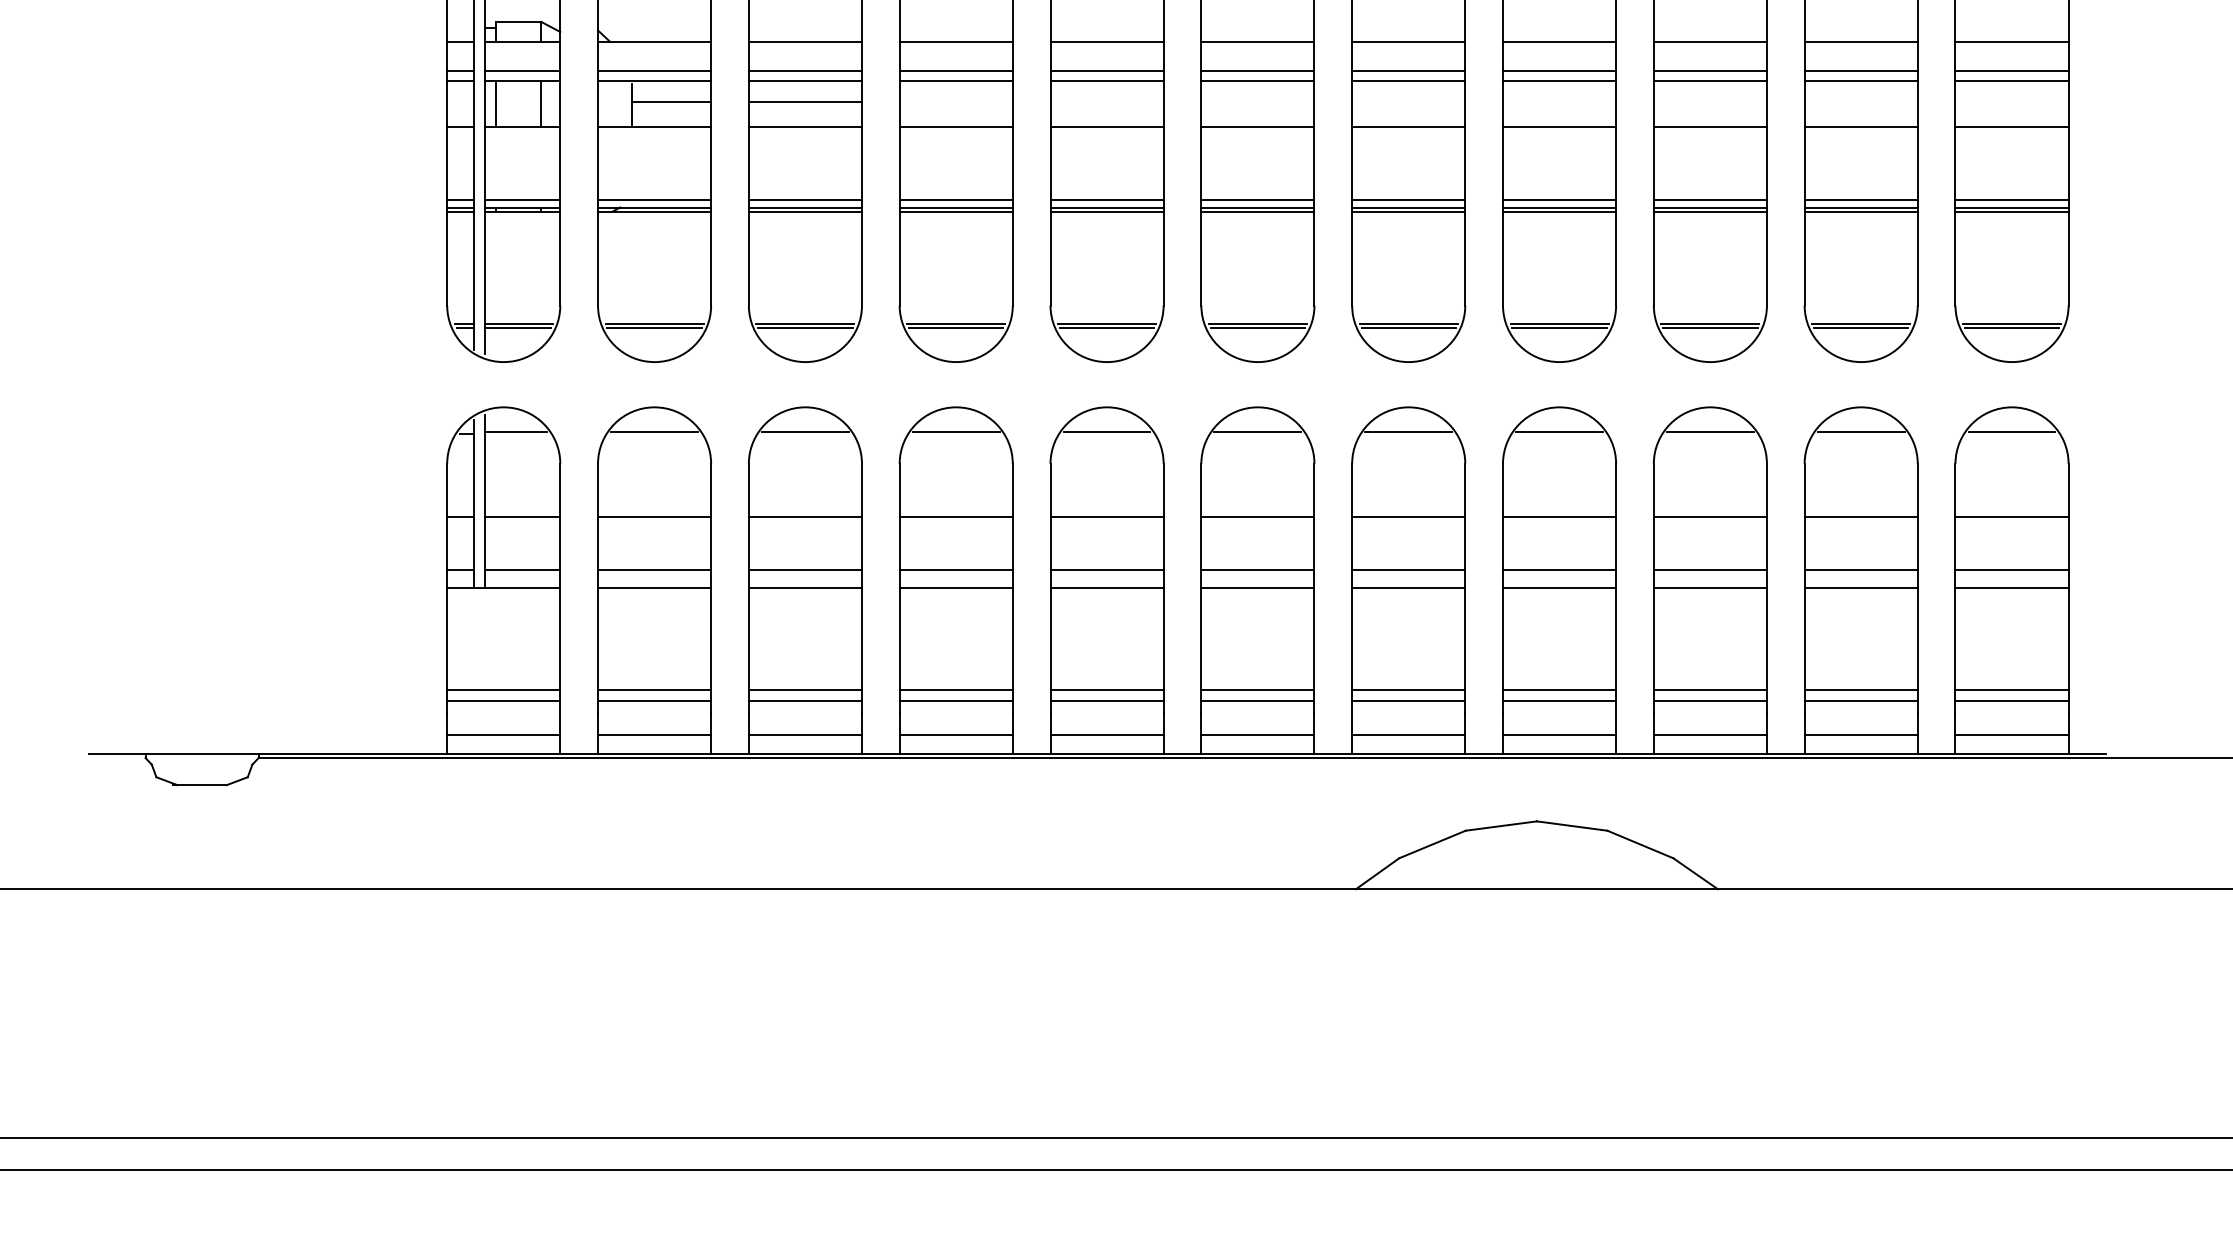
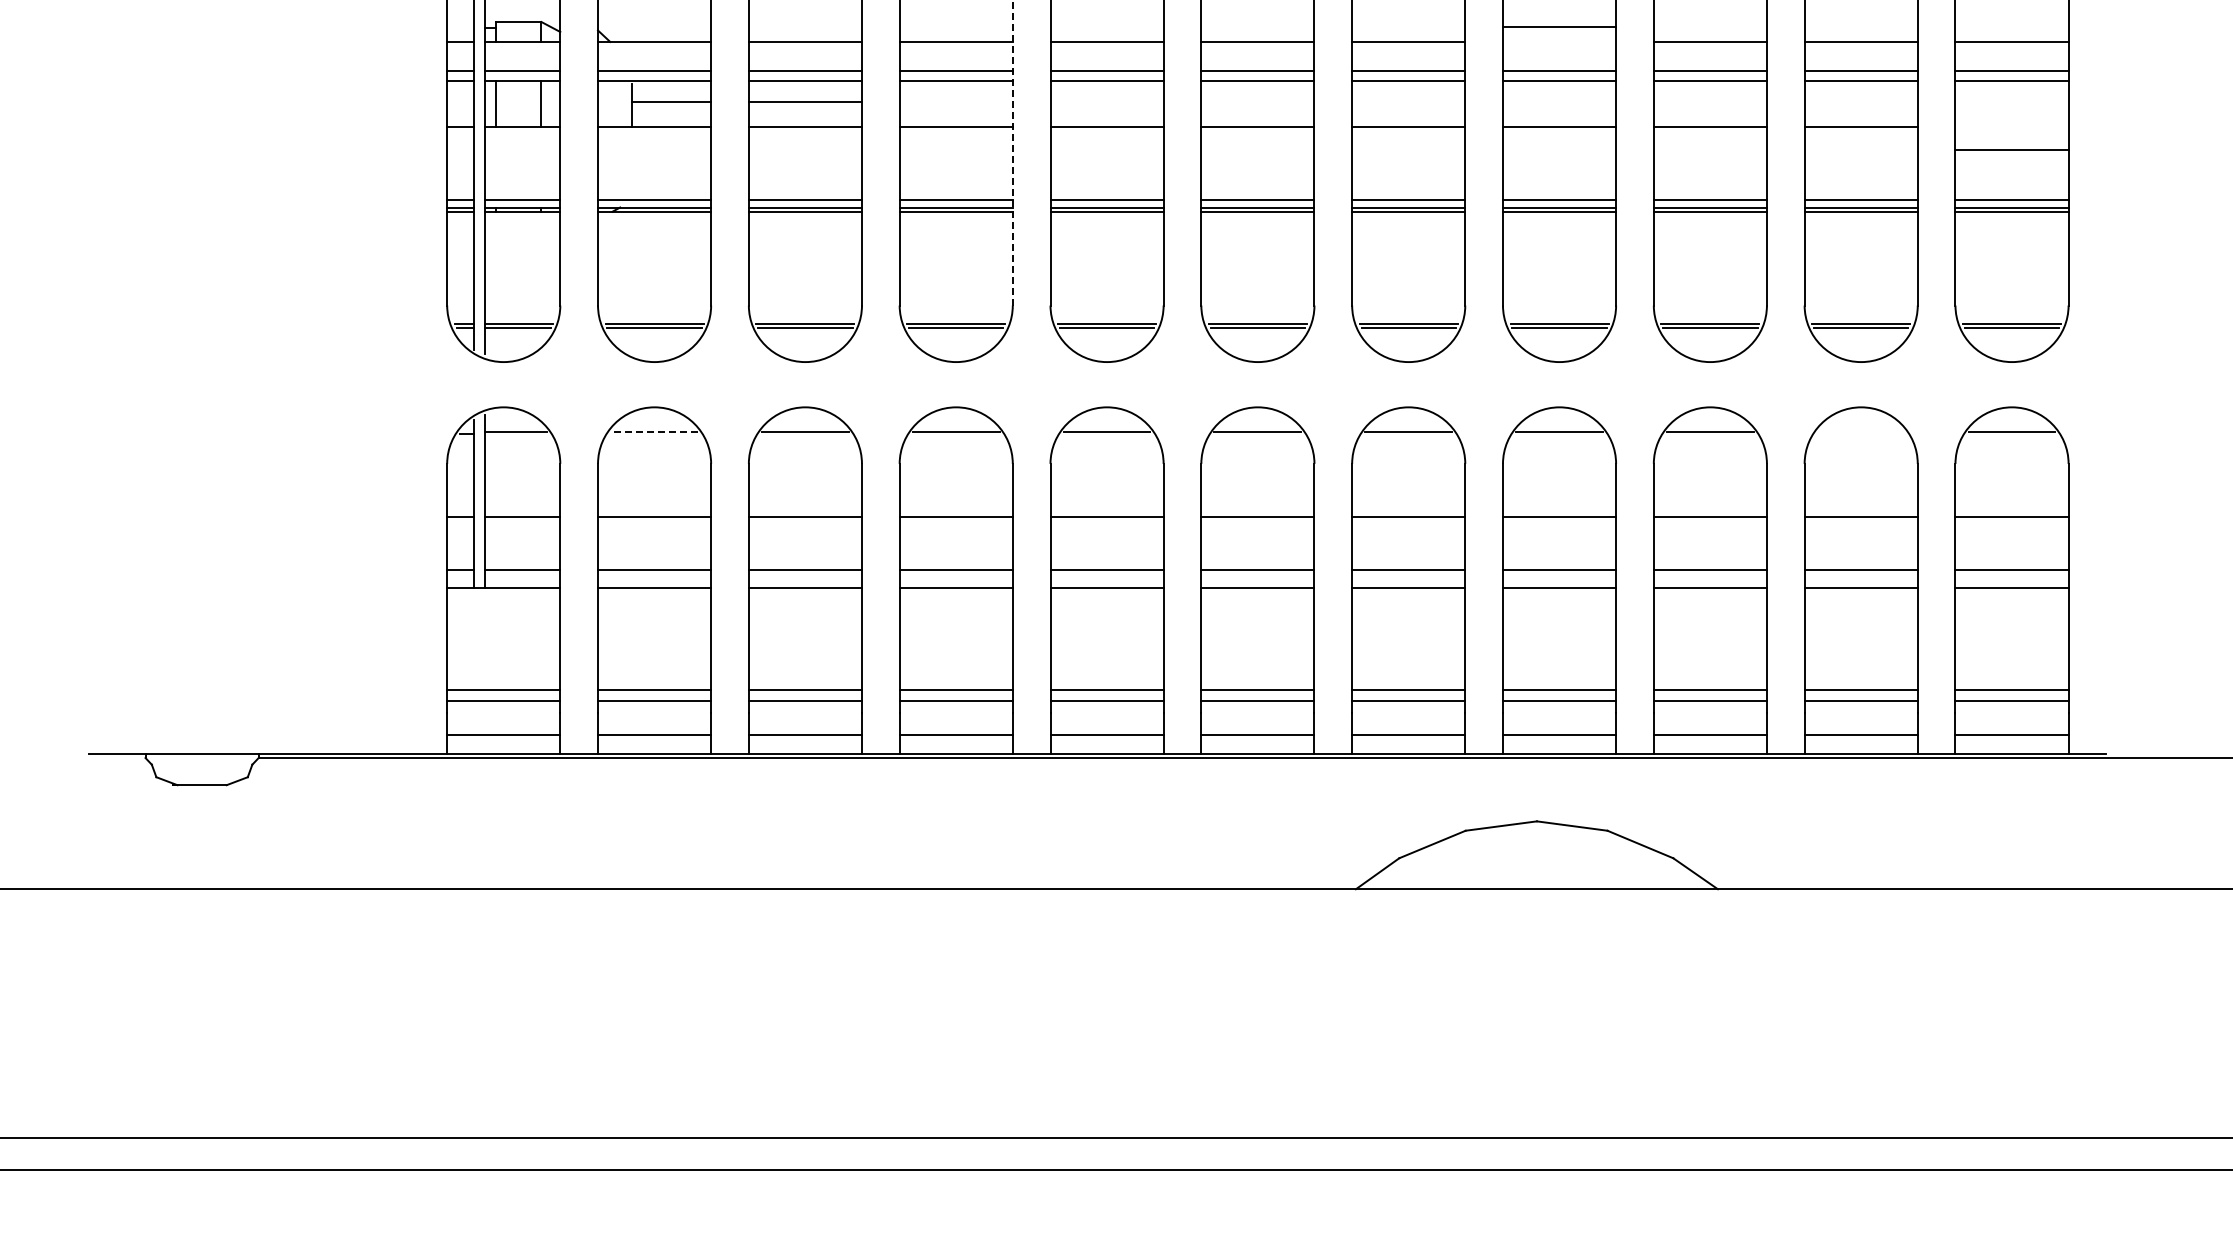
line at (1559, 41) position: (1559, 41) -> (1559, 26)
line at (2011, 127) position: (2011, 127) -> (2011, 150)
line at (1012, 152): solid -> dashed
line at (654, 432): solid -> dashed
line at (1860, 432): present -> none
